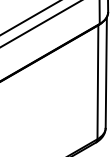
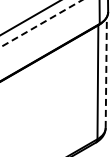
line at (41, 23): solid -> dashed
line at (106, 72): solid -> dashed
